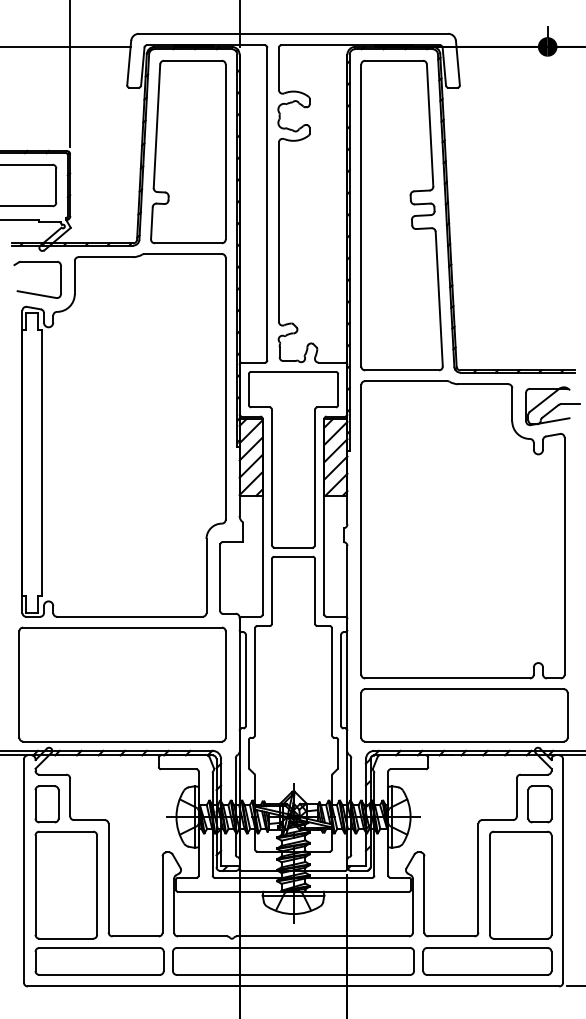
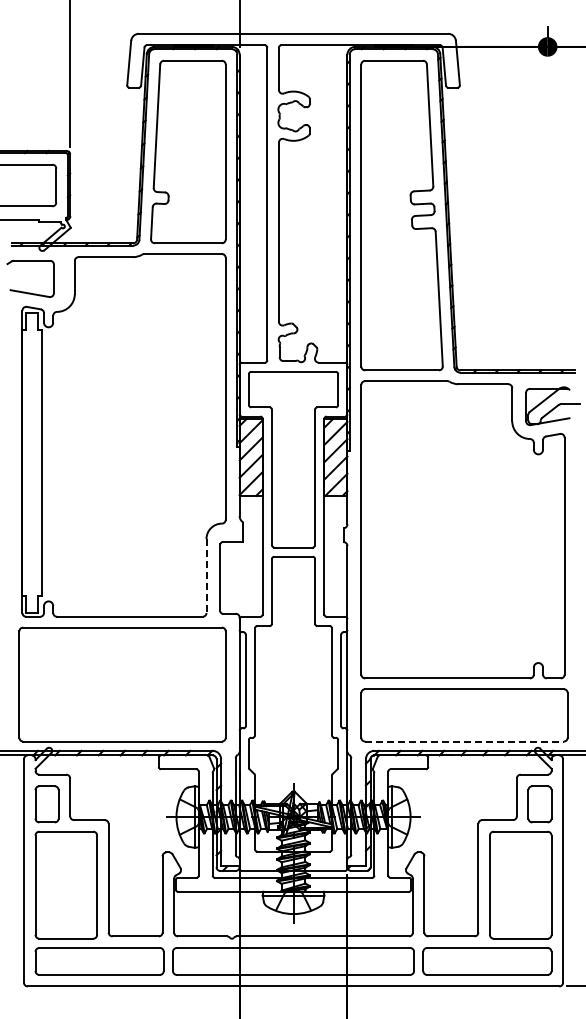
line at (66, 46): present -> none
part at (32, 292) position: (32, 292) -> (25, 291)
line at (206, 576): solid -> dashed
line at (465, 741): solid -> dashed
